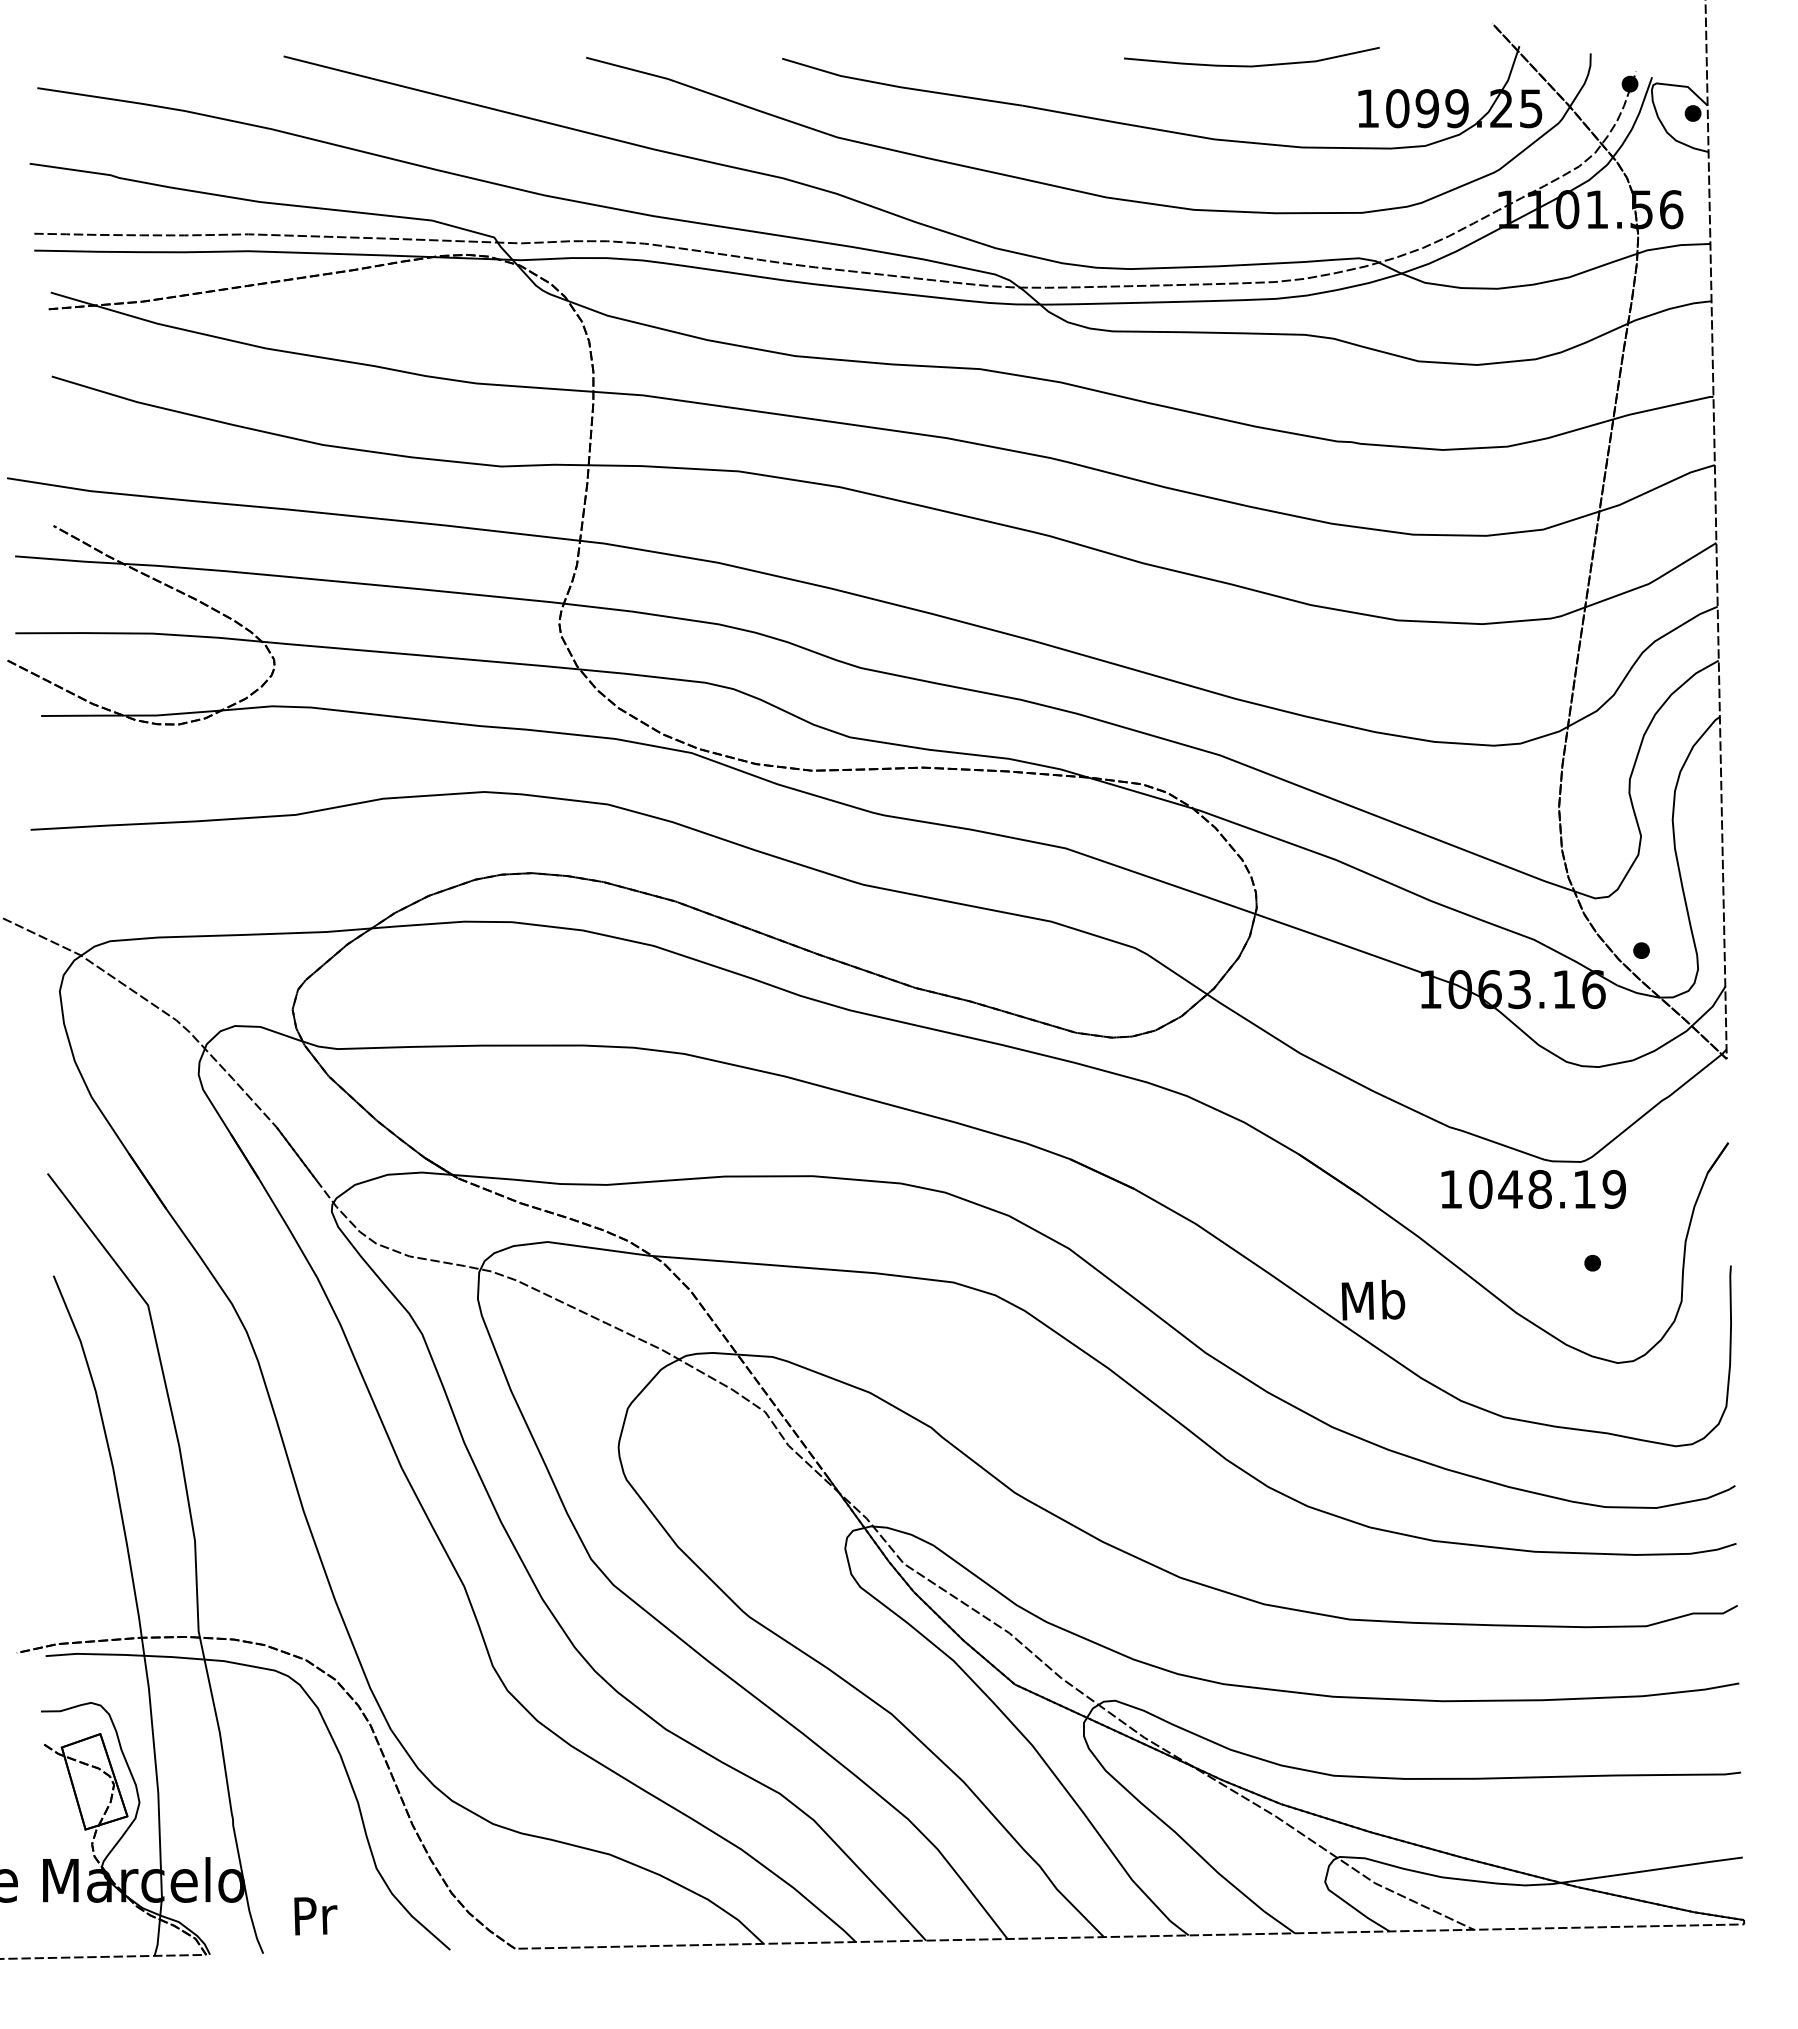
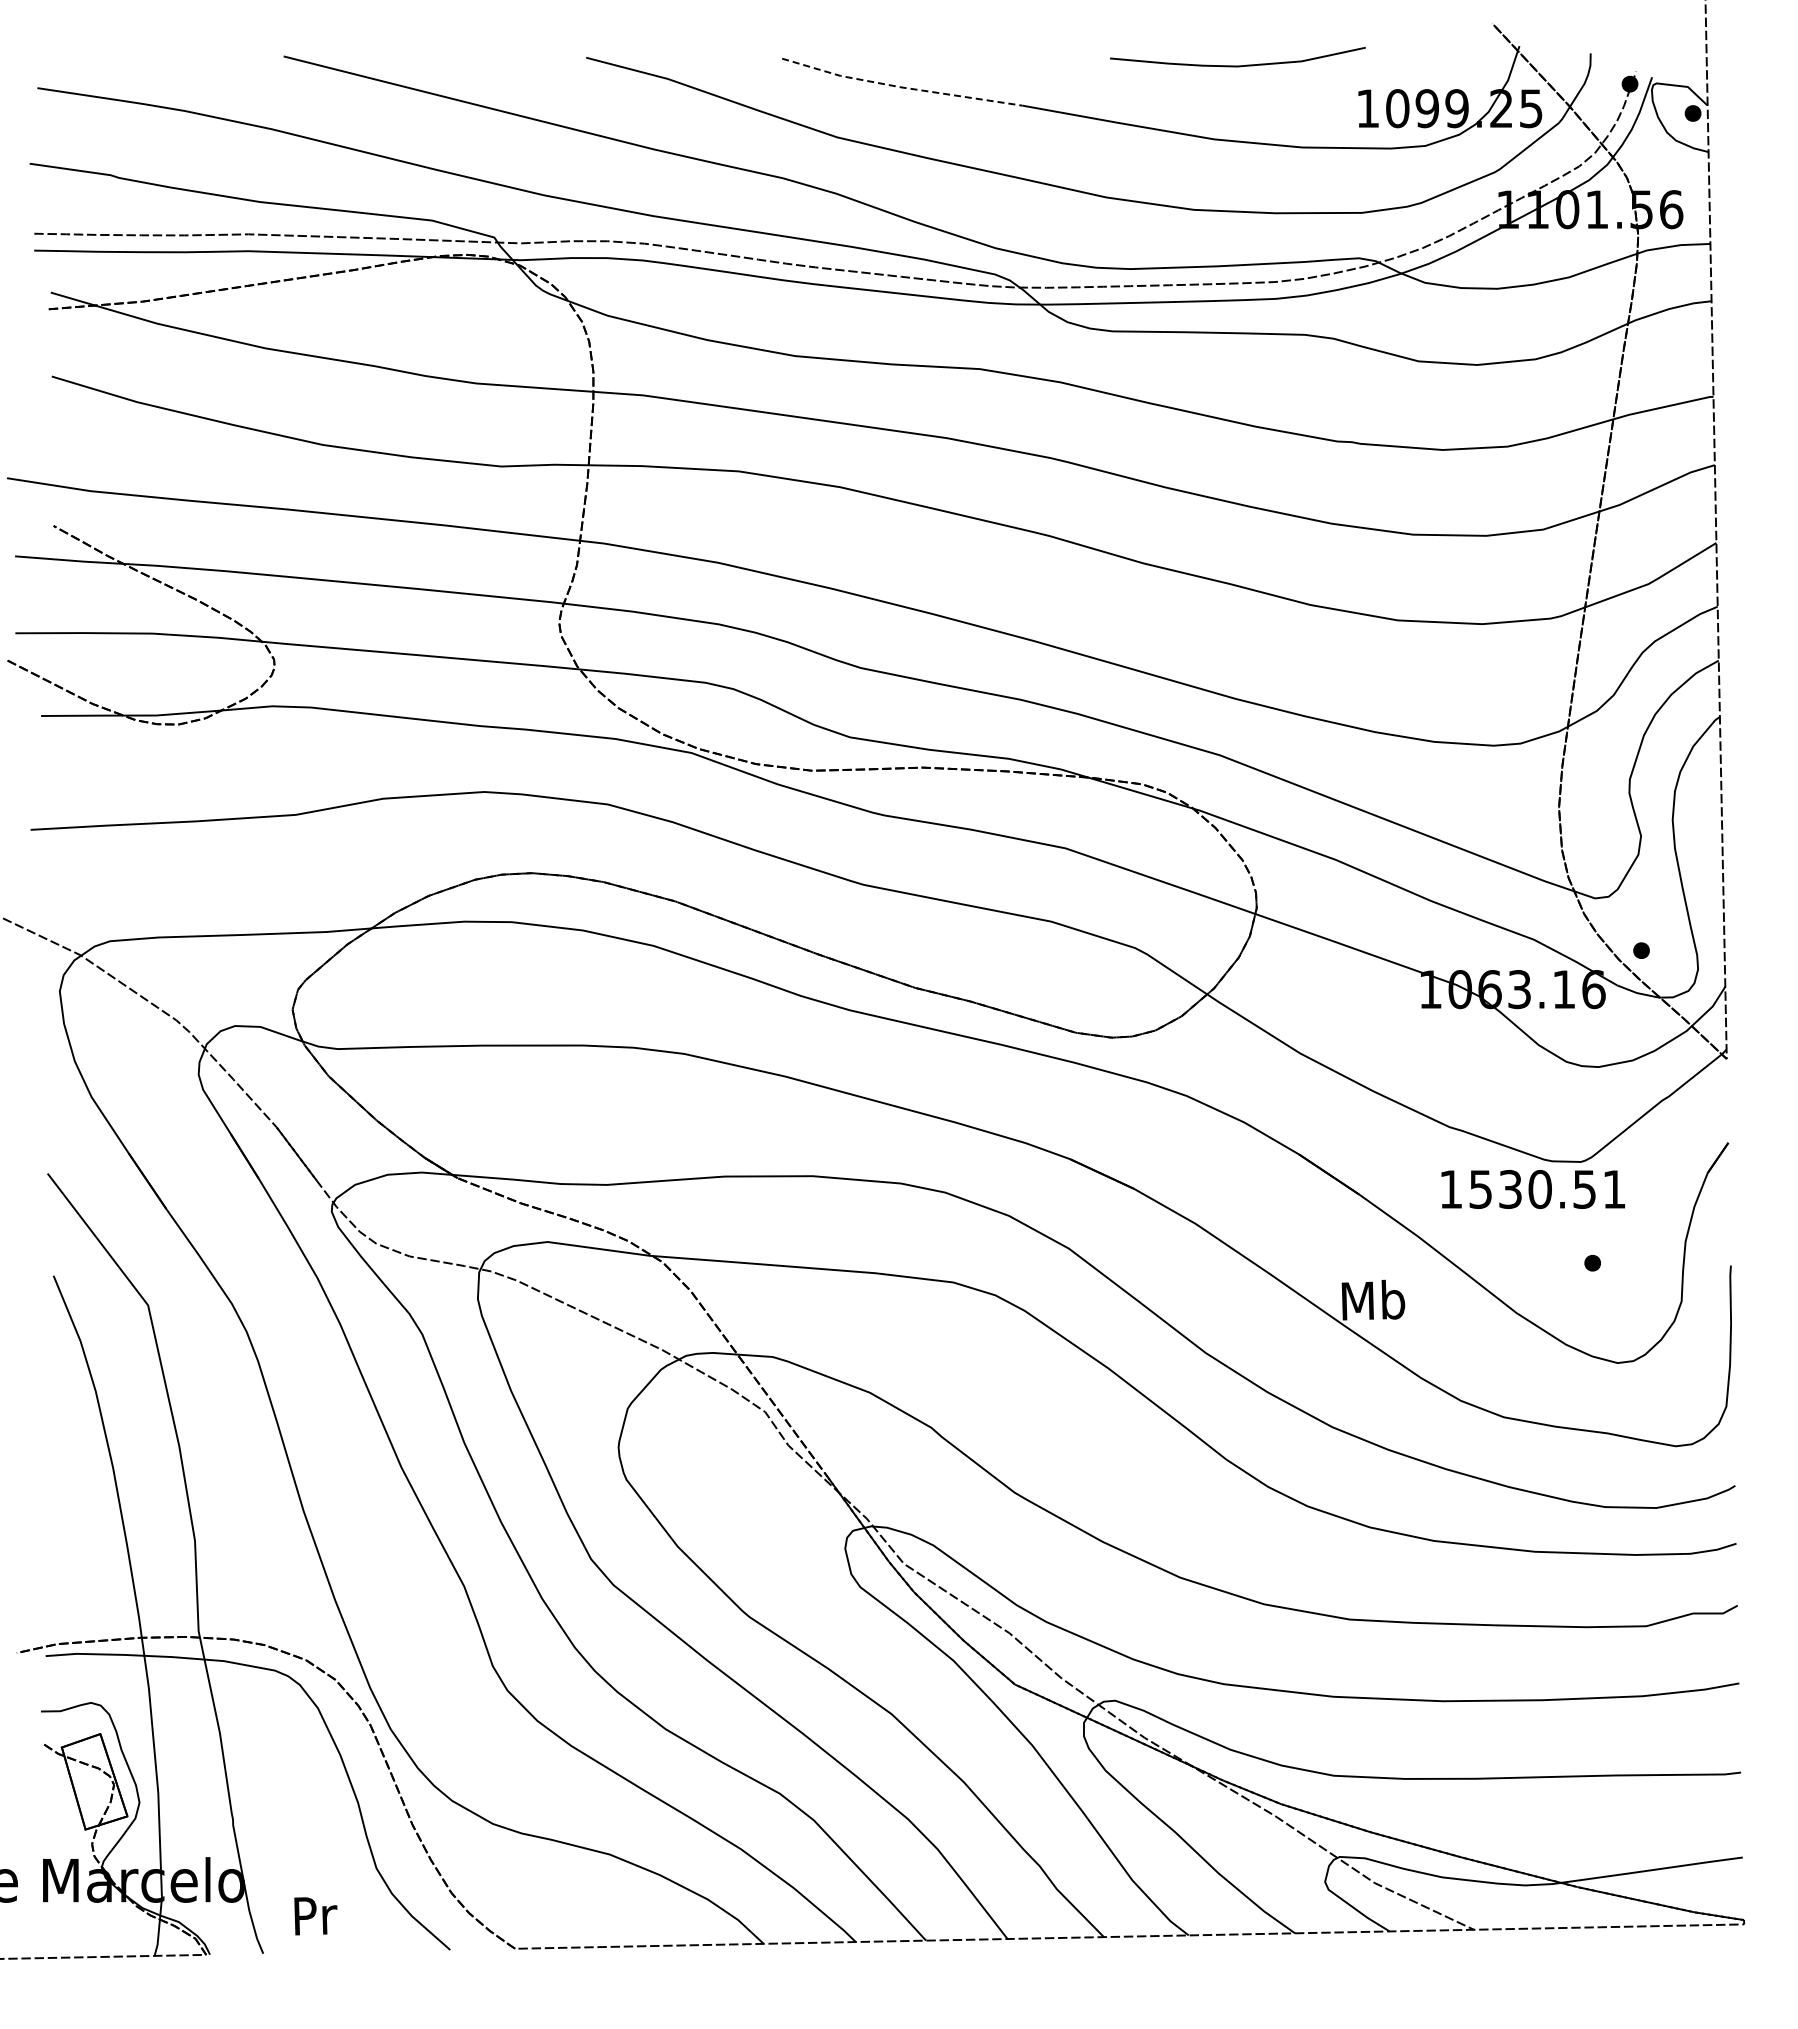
curve at (1251, 65) position: (1251, 65) -> (1237, 65)
line at (900, 87): solid -> dashed
text at (1547, 1189): 1048.19 -> 1530.51
